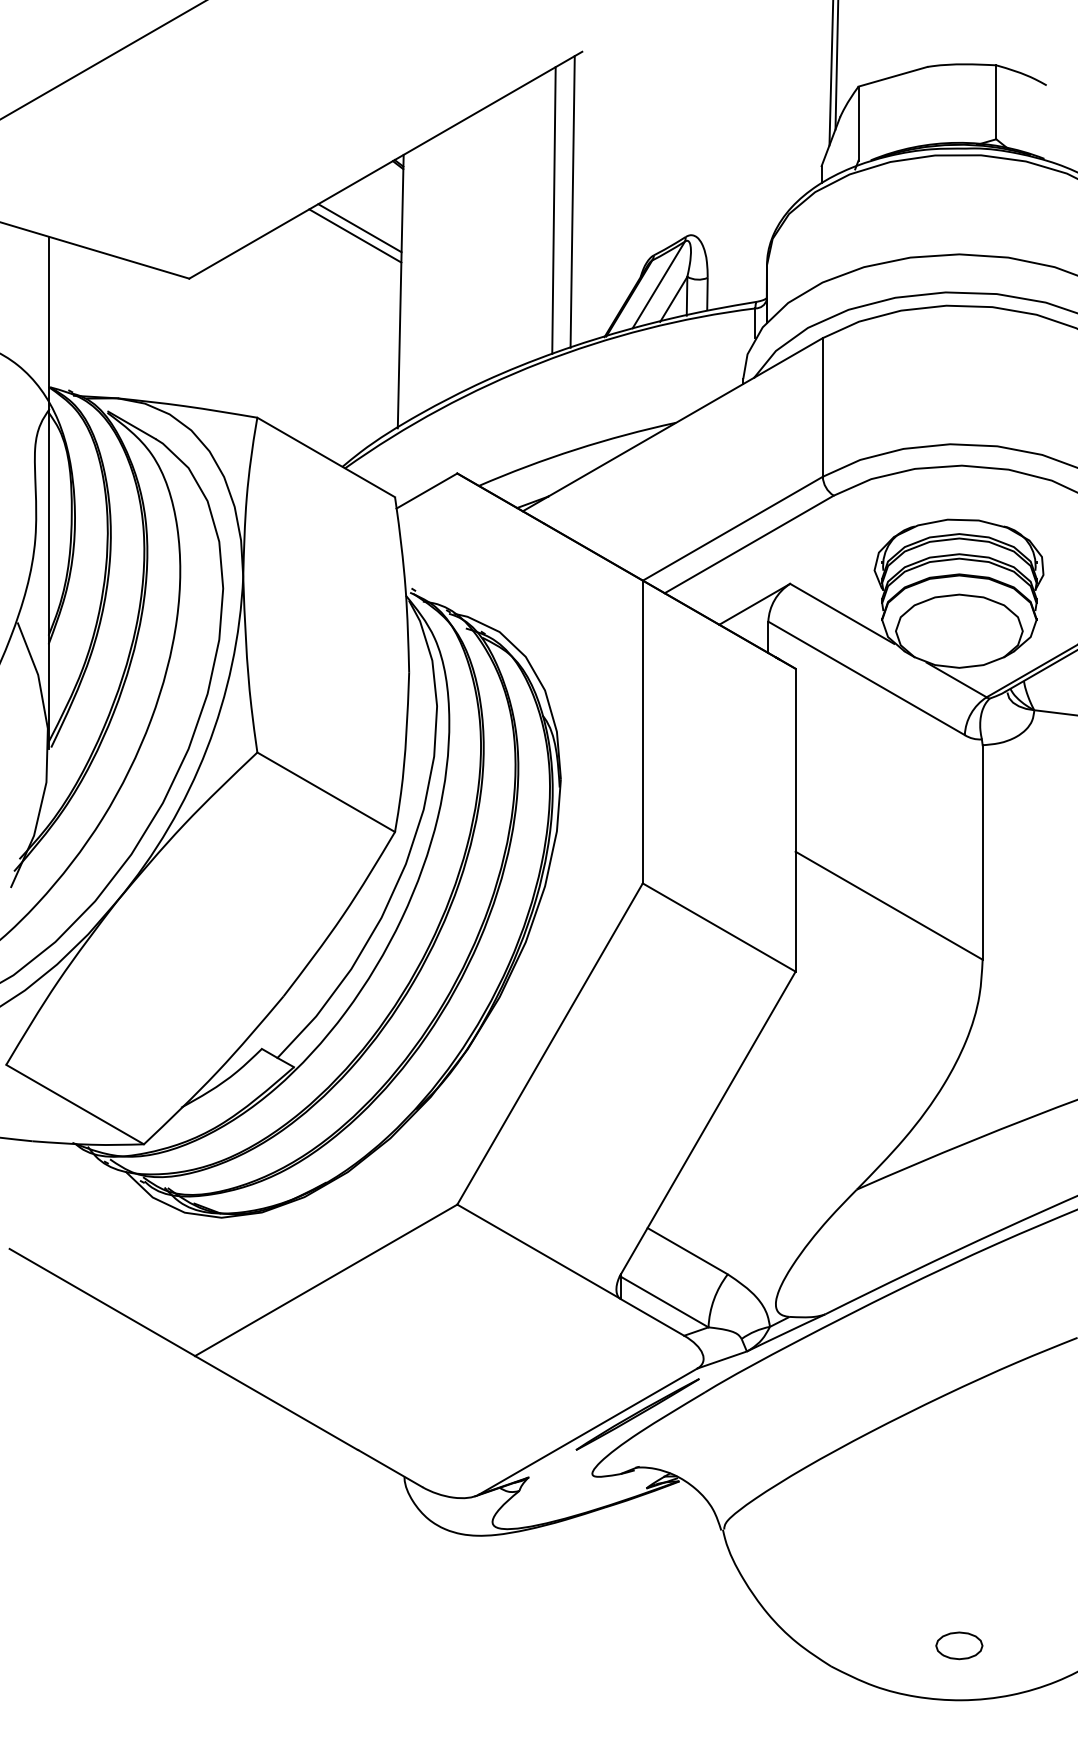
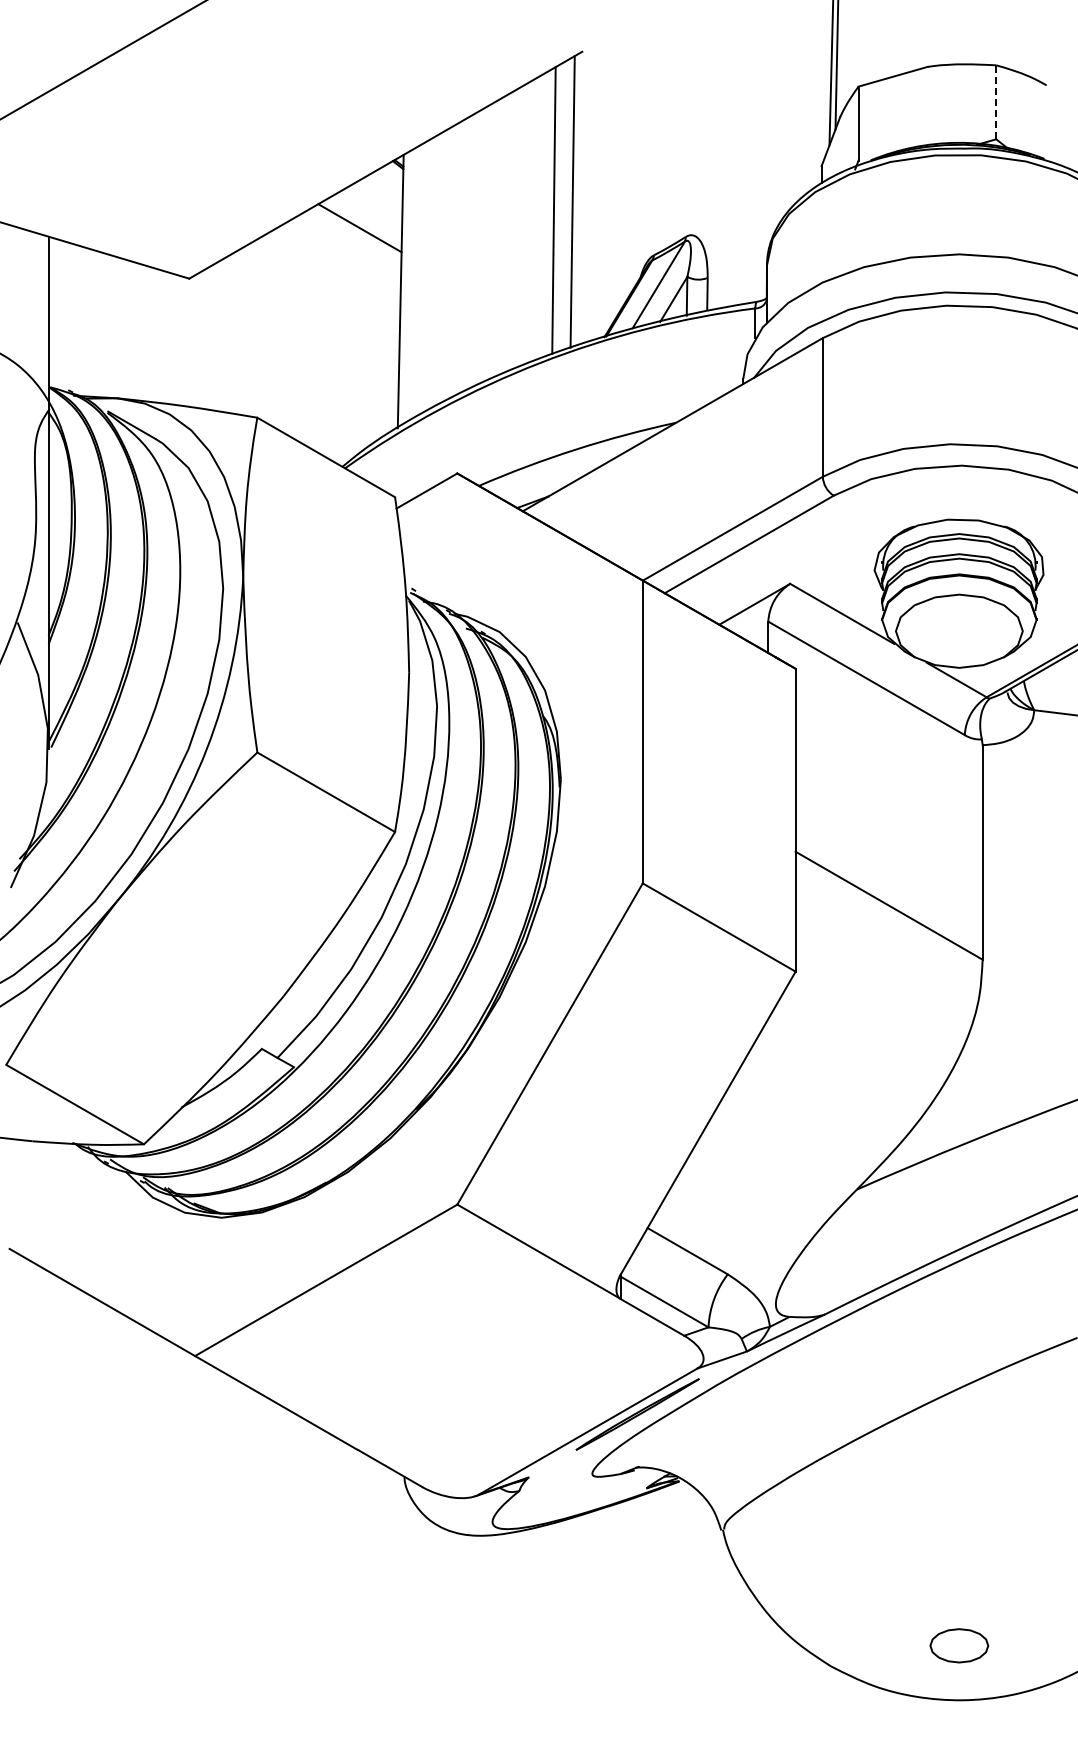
line at (996, 102): solid -> dashed
line at (355, 235): present -> none
part at (959, 1645) size: 49x30 px -> 61x36 px
